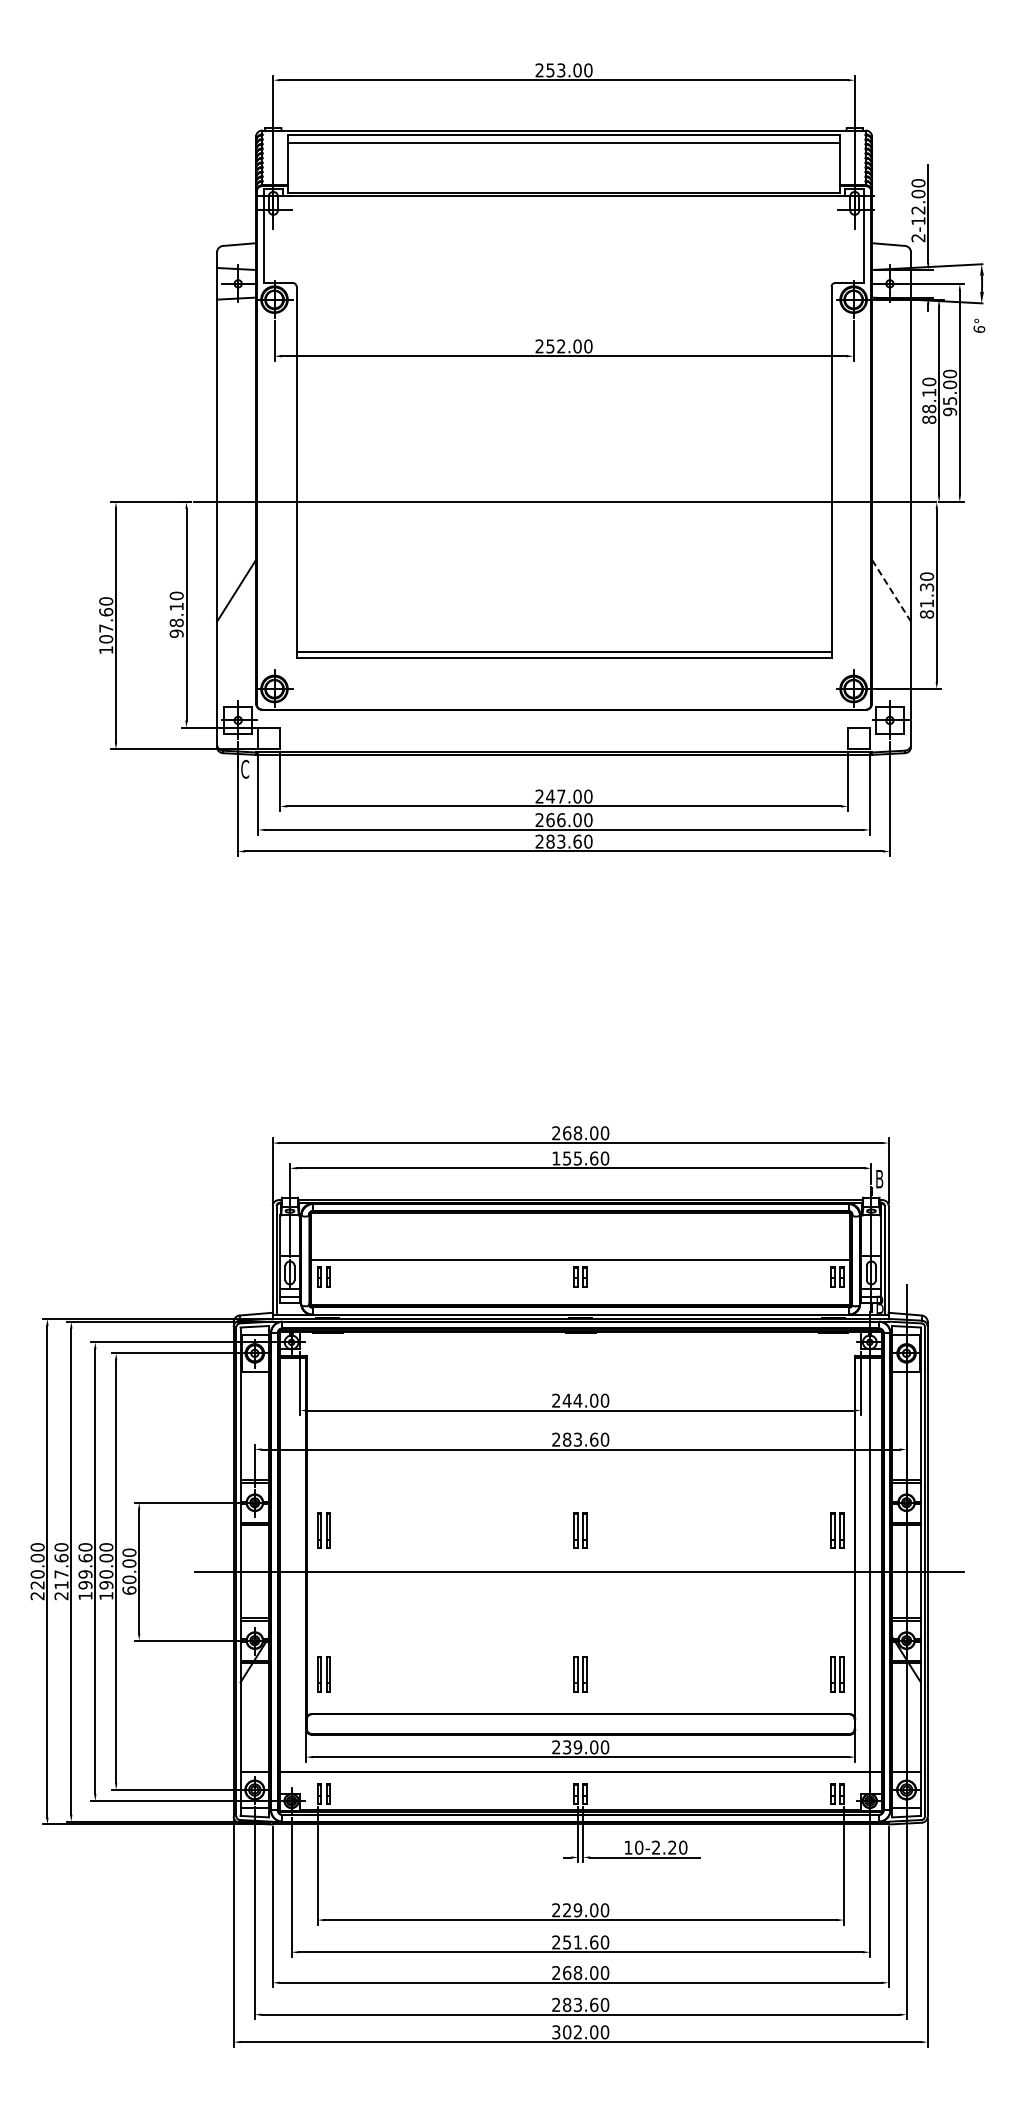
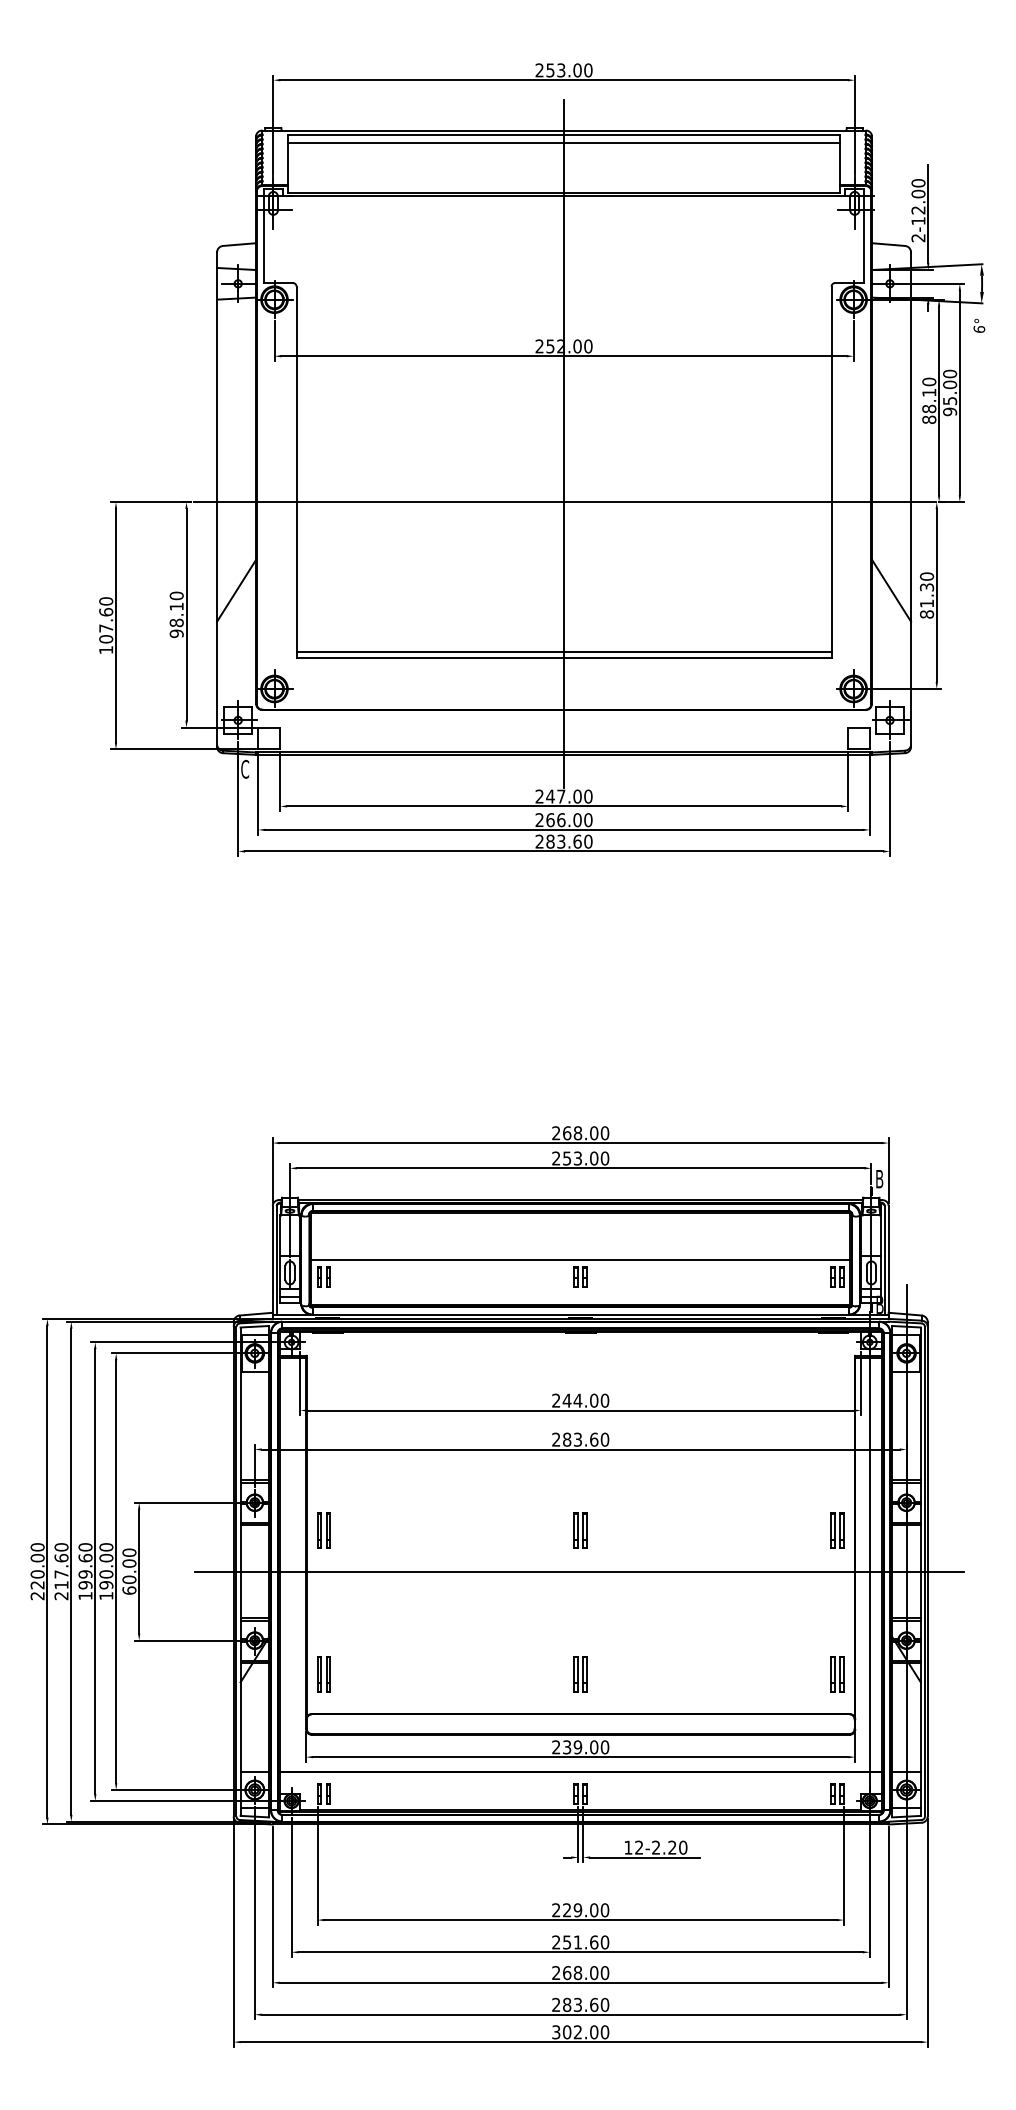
line at (564, 444): none -> present
line at (891, 590): dashed -> solid
text at (575, 1158): 155.60 -> 253.00
text at (639, 1847): 10-2.20 -> 12-2.20
